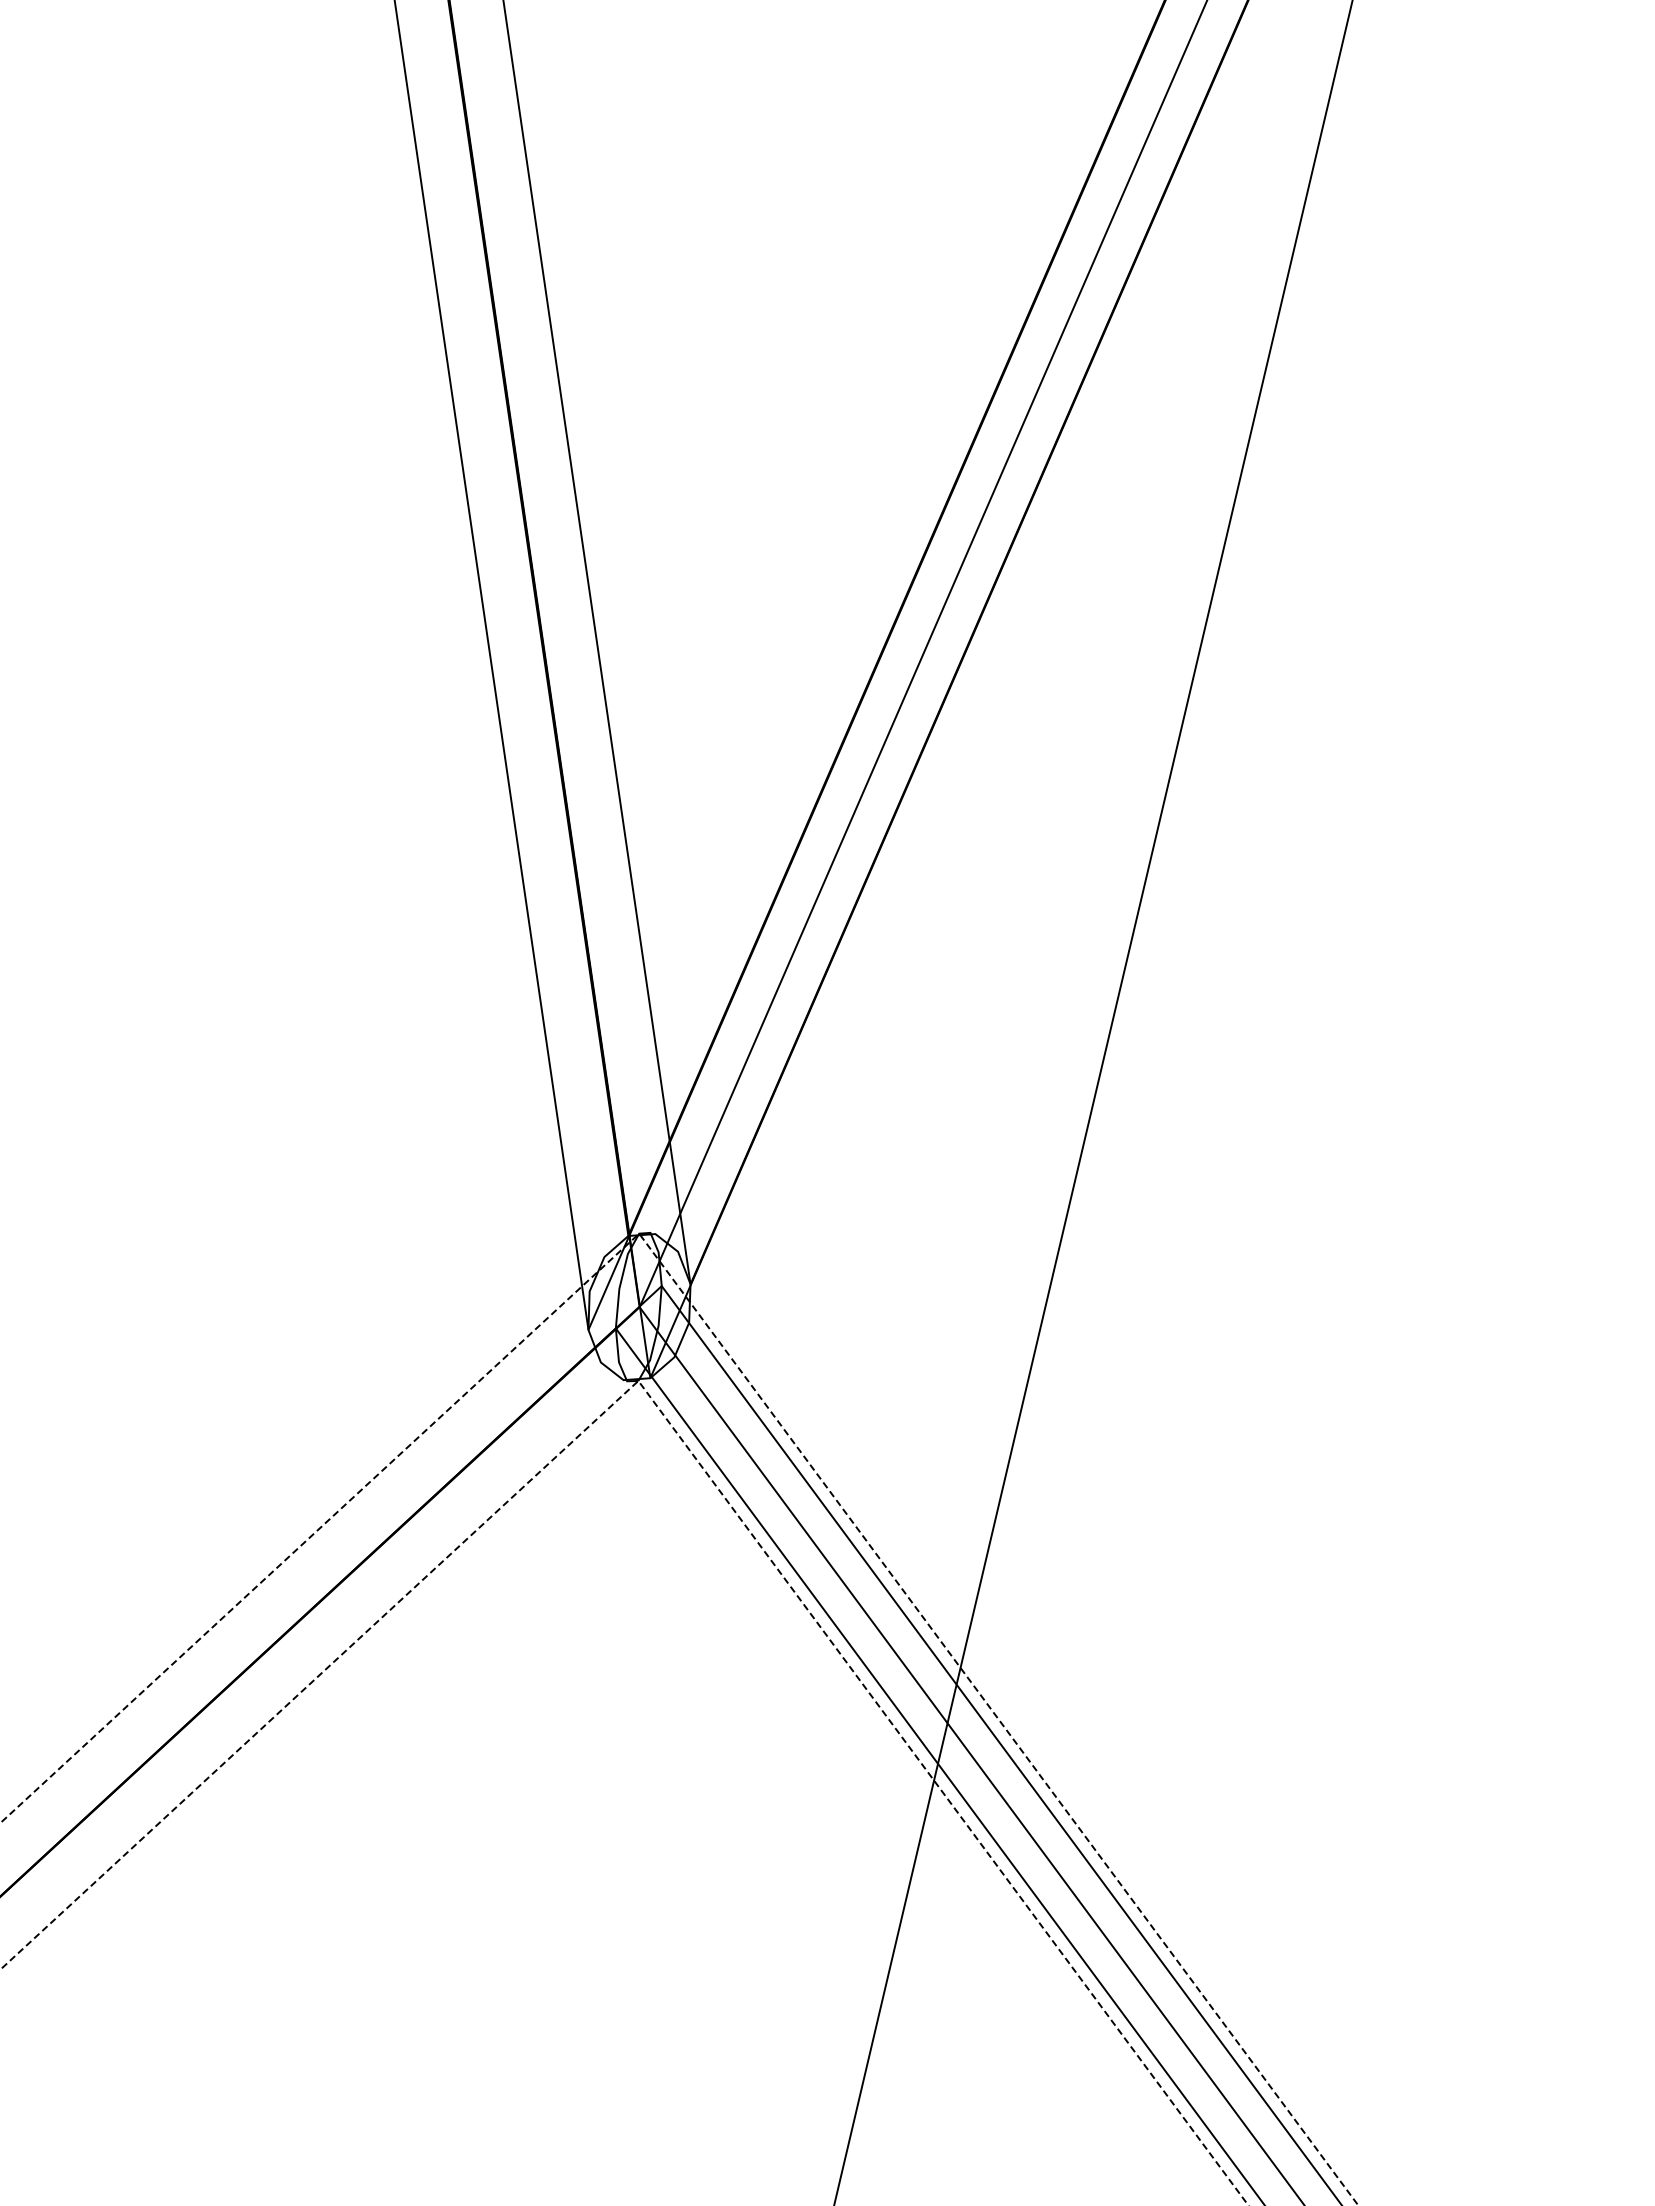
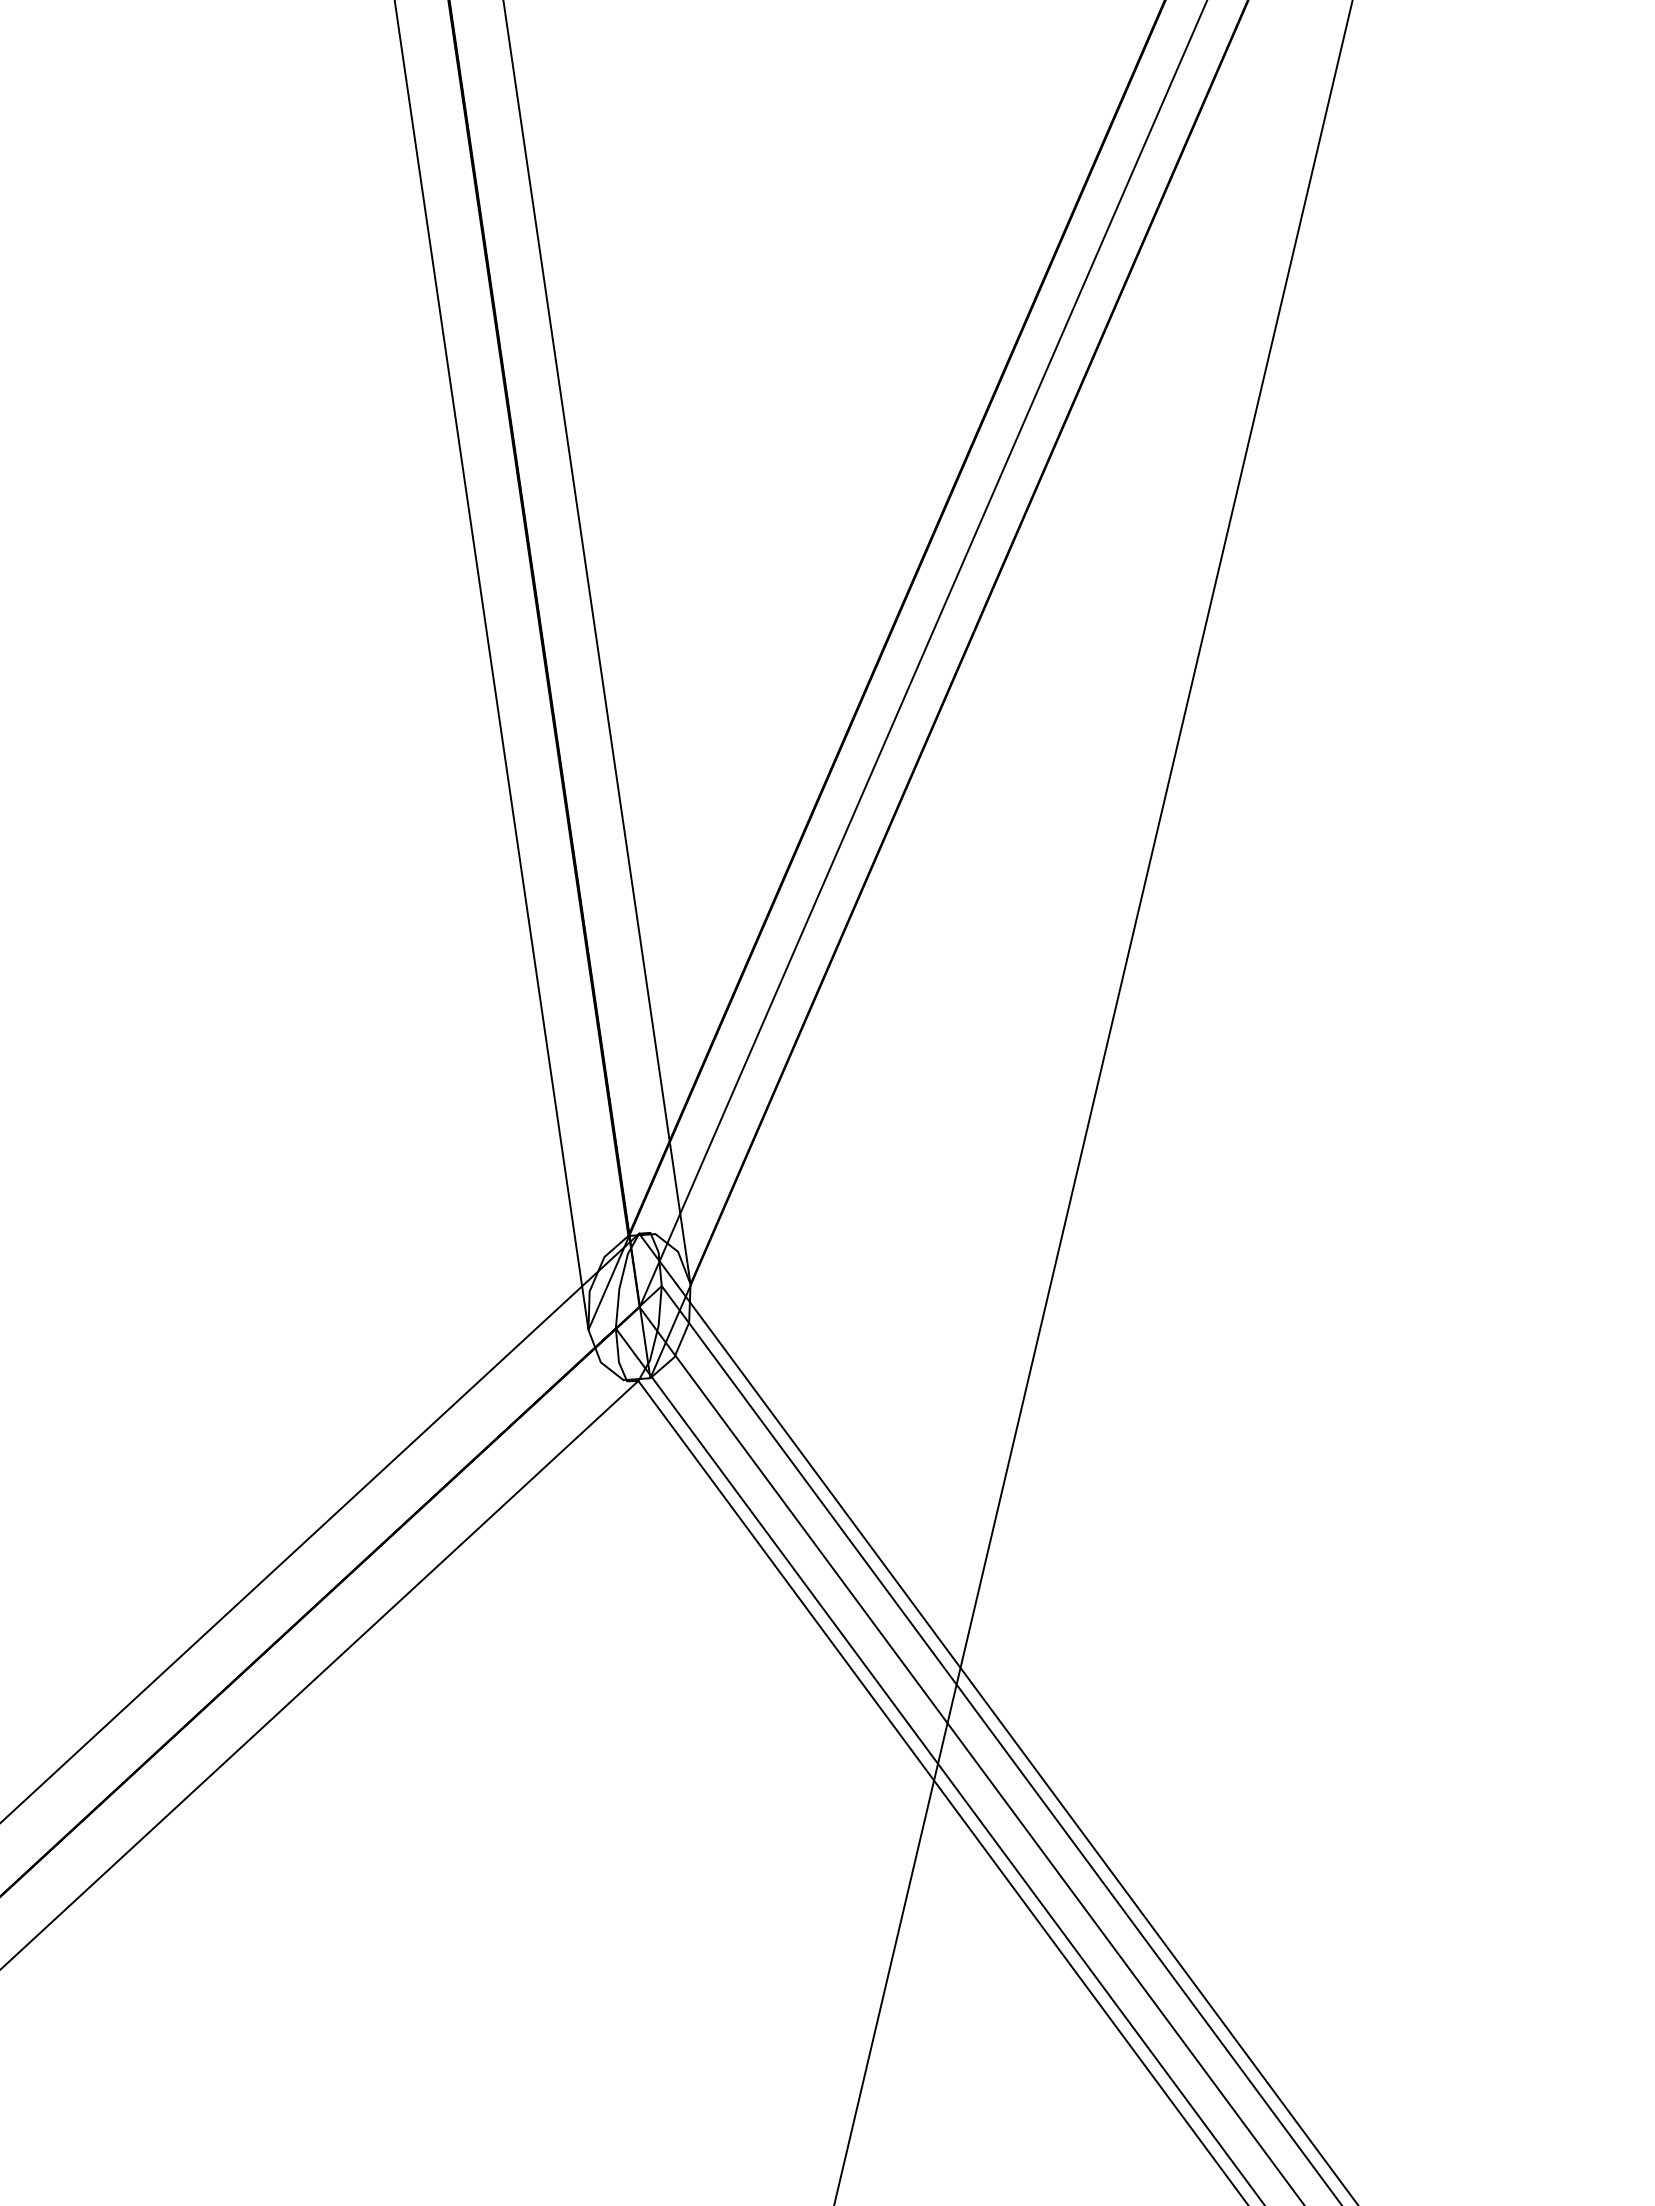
line at (740, 1370): dashed -> solid
line at (685, 1444): dashed -> solid
